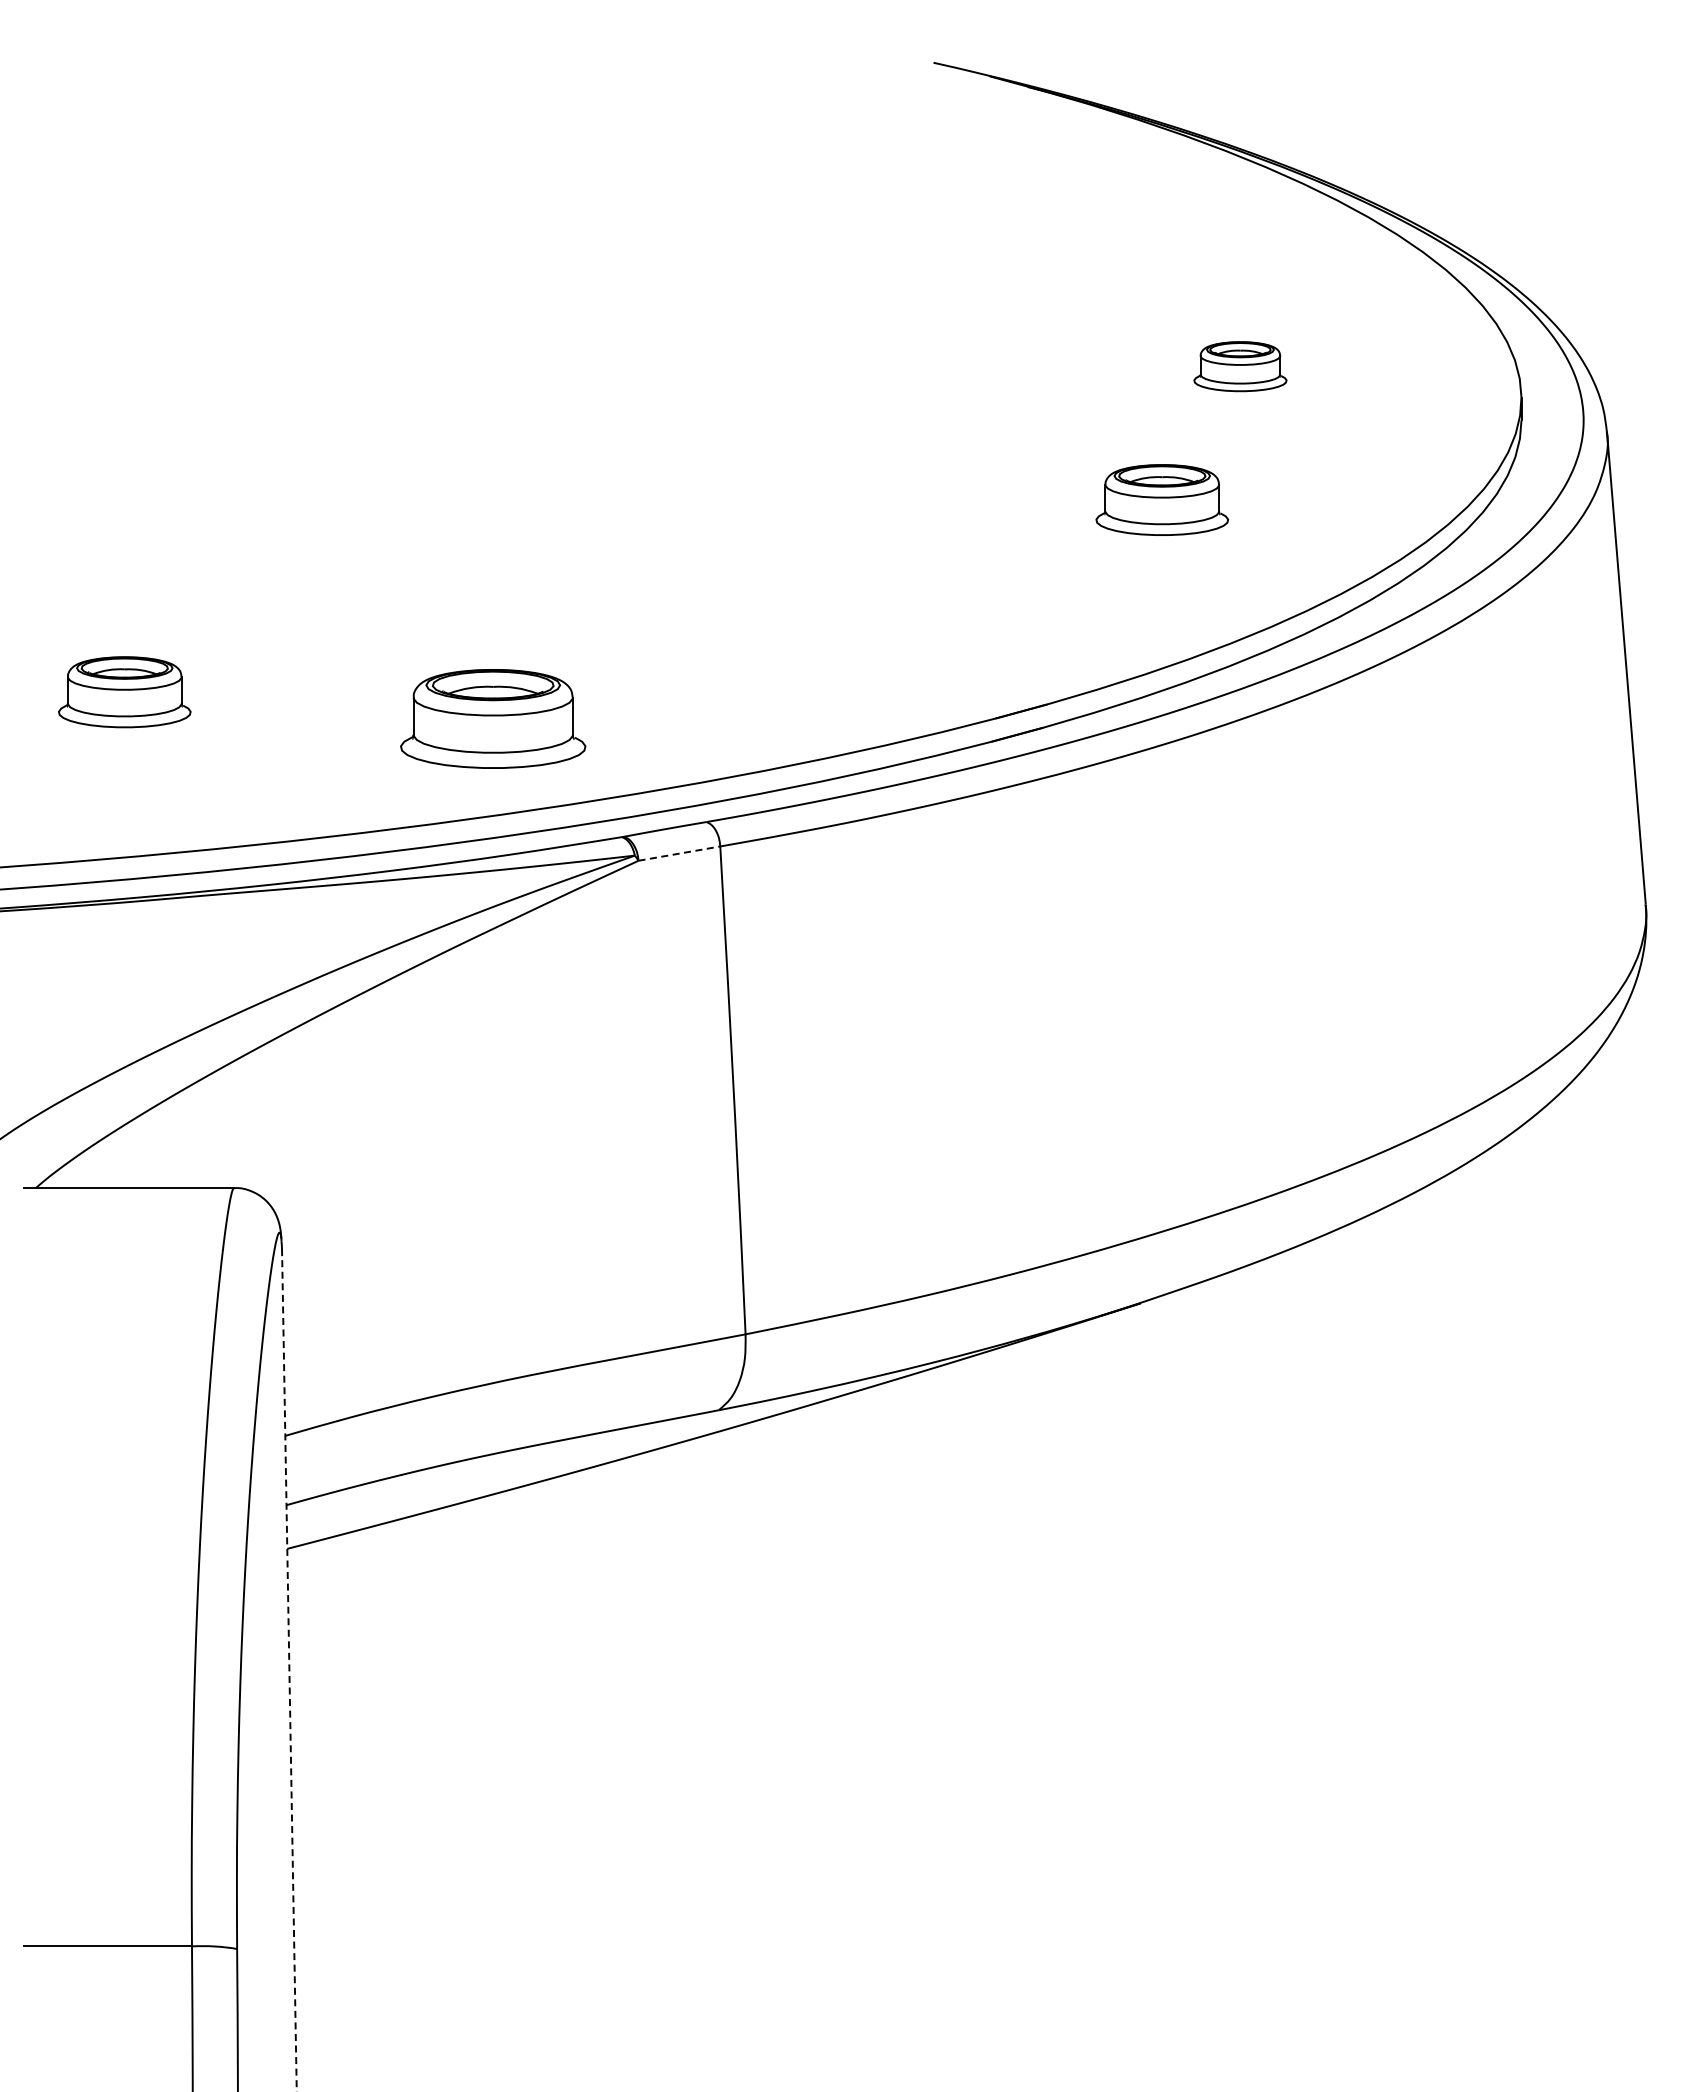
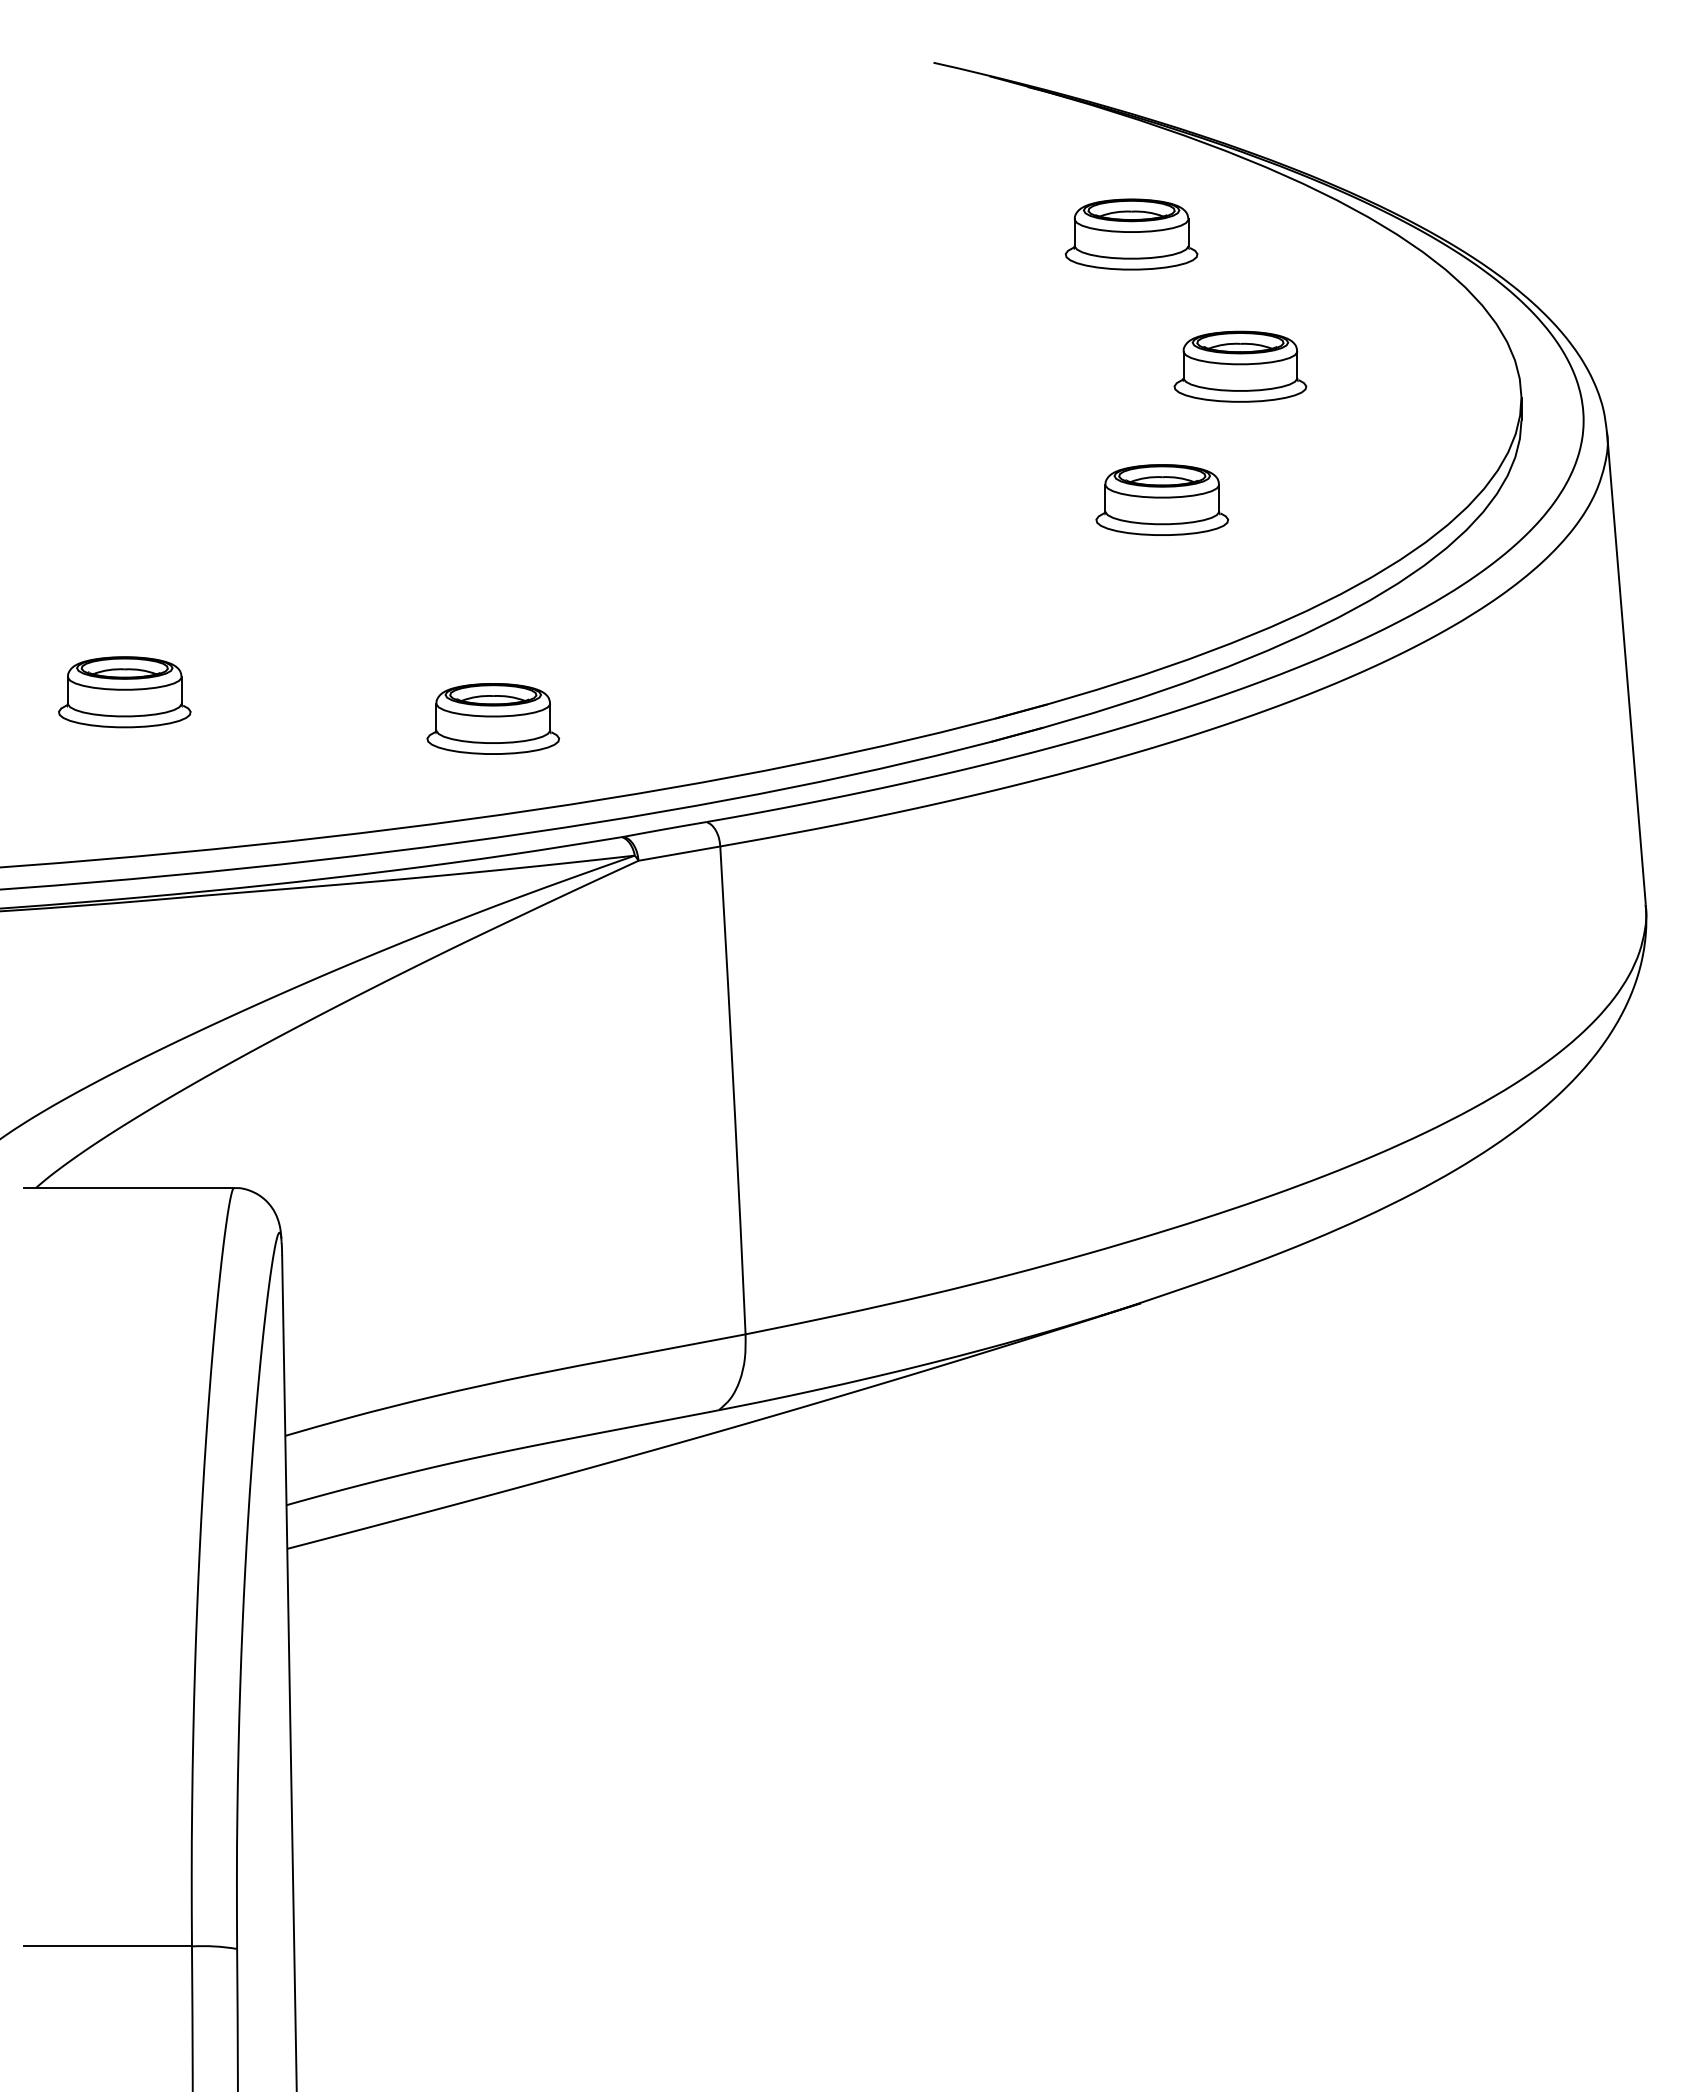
part at (1131, 234): none -> present
part at (1240, 366) size: 95x52 px -> 135x73 px
part at (493, 718) size: 187x100 px -> 135x72 px
line at (679, 853): dashed -> solid
line at (289, 1674): dashed -> solid
